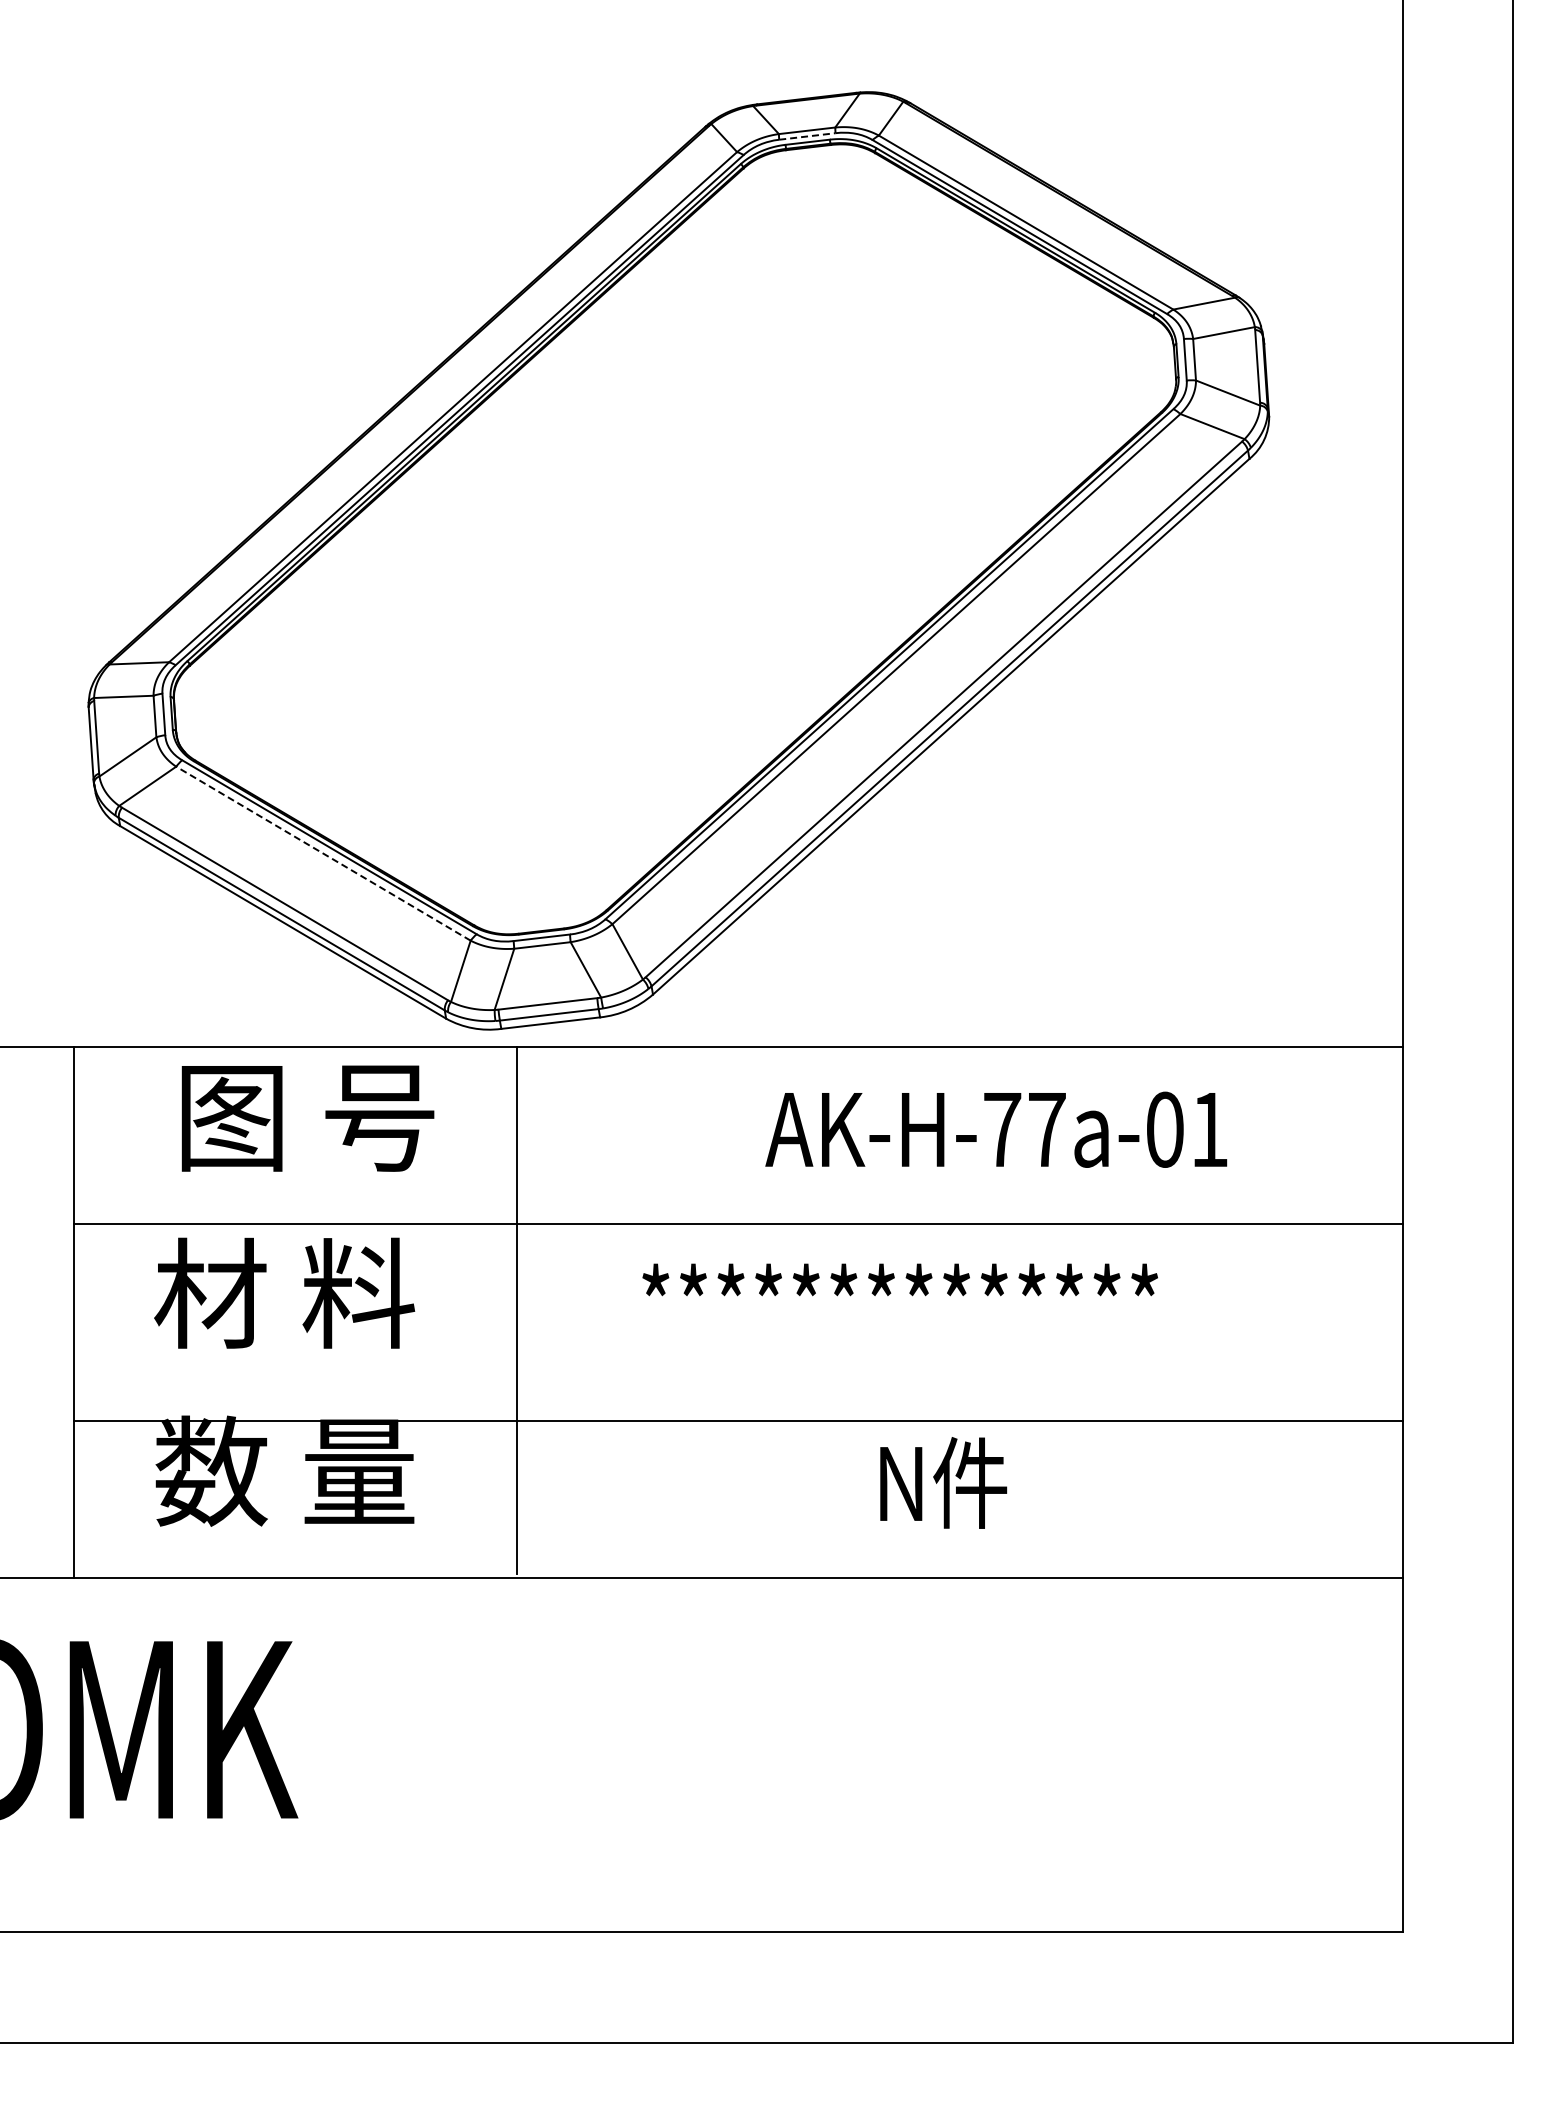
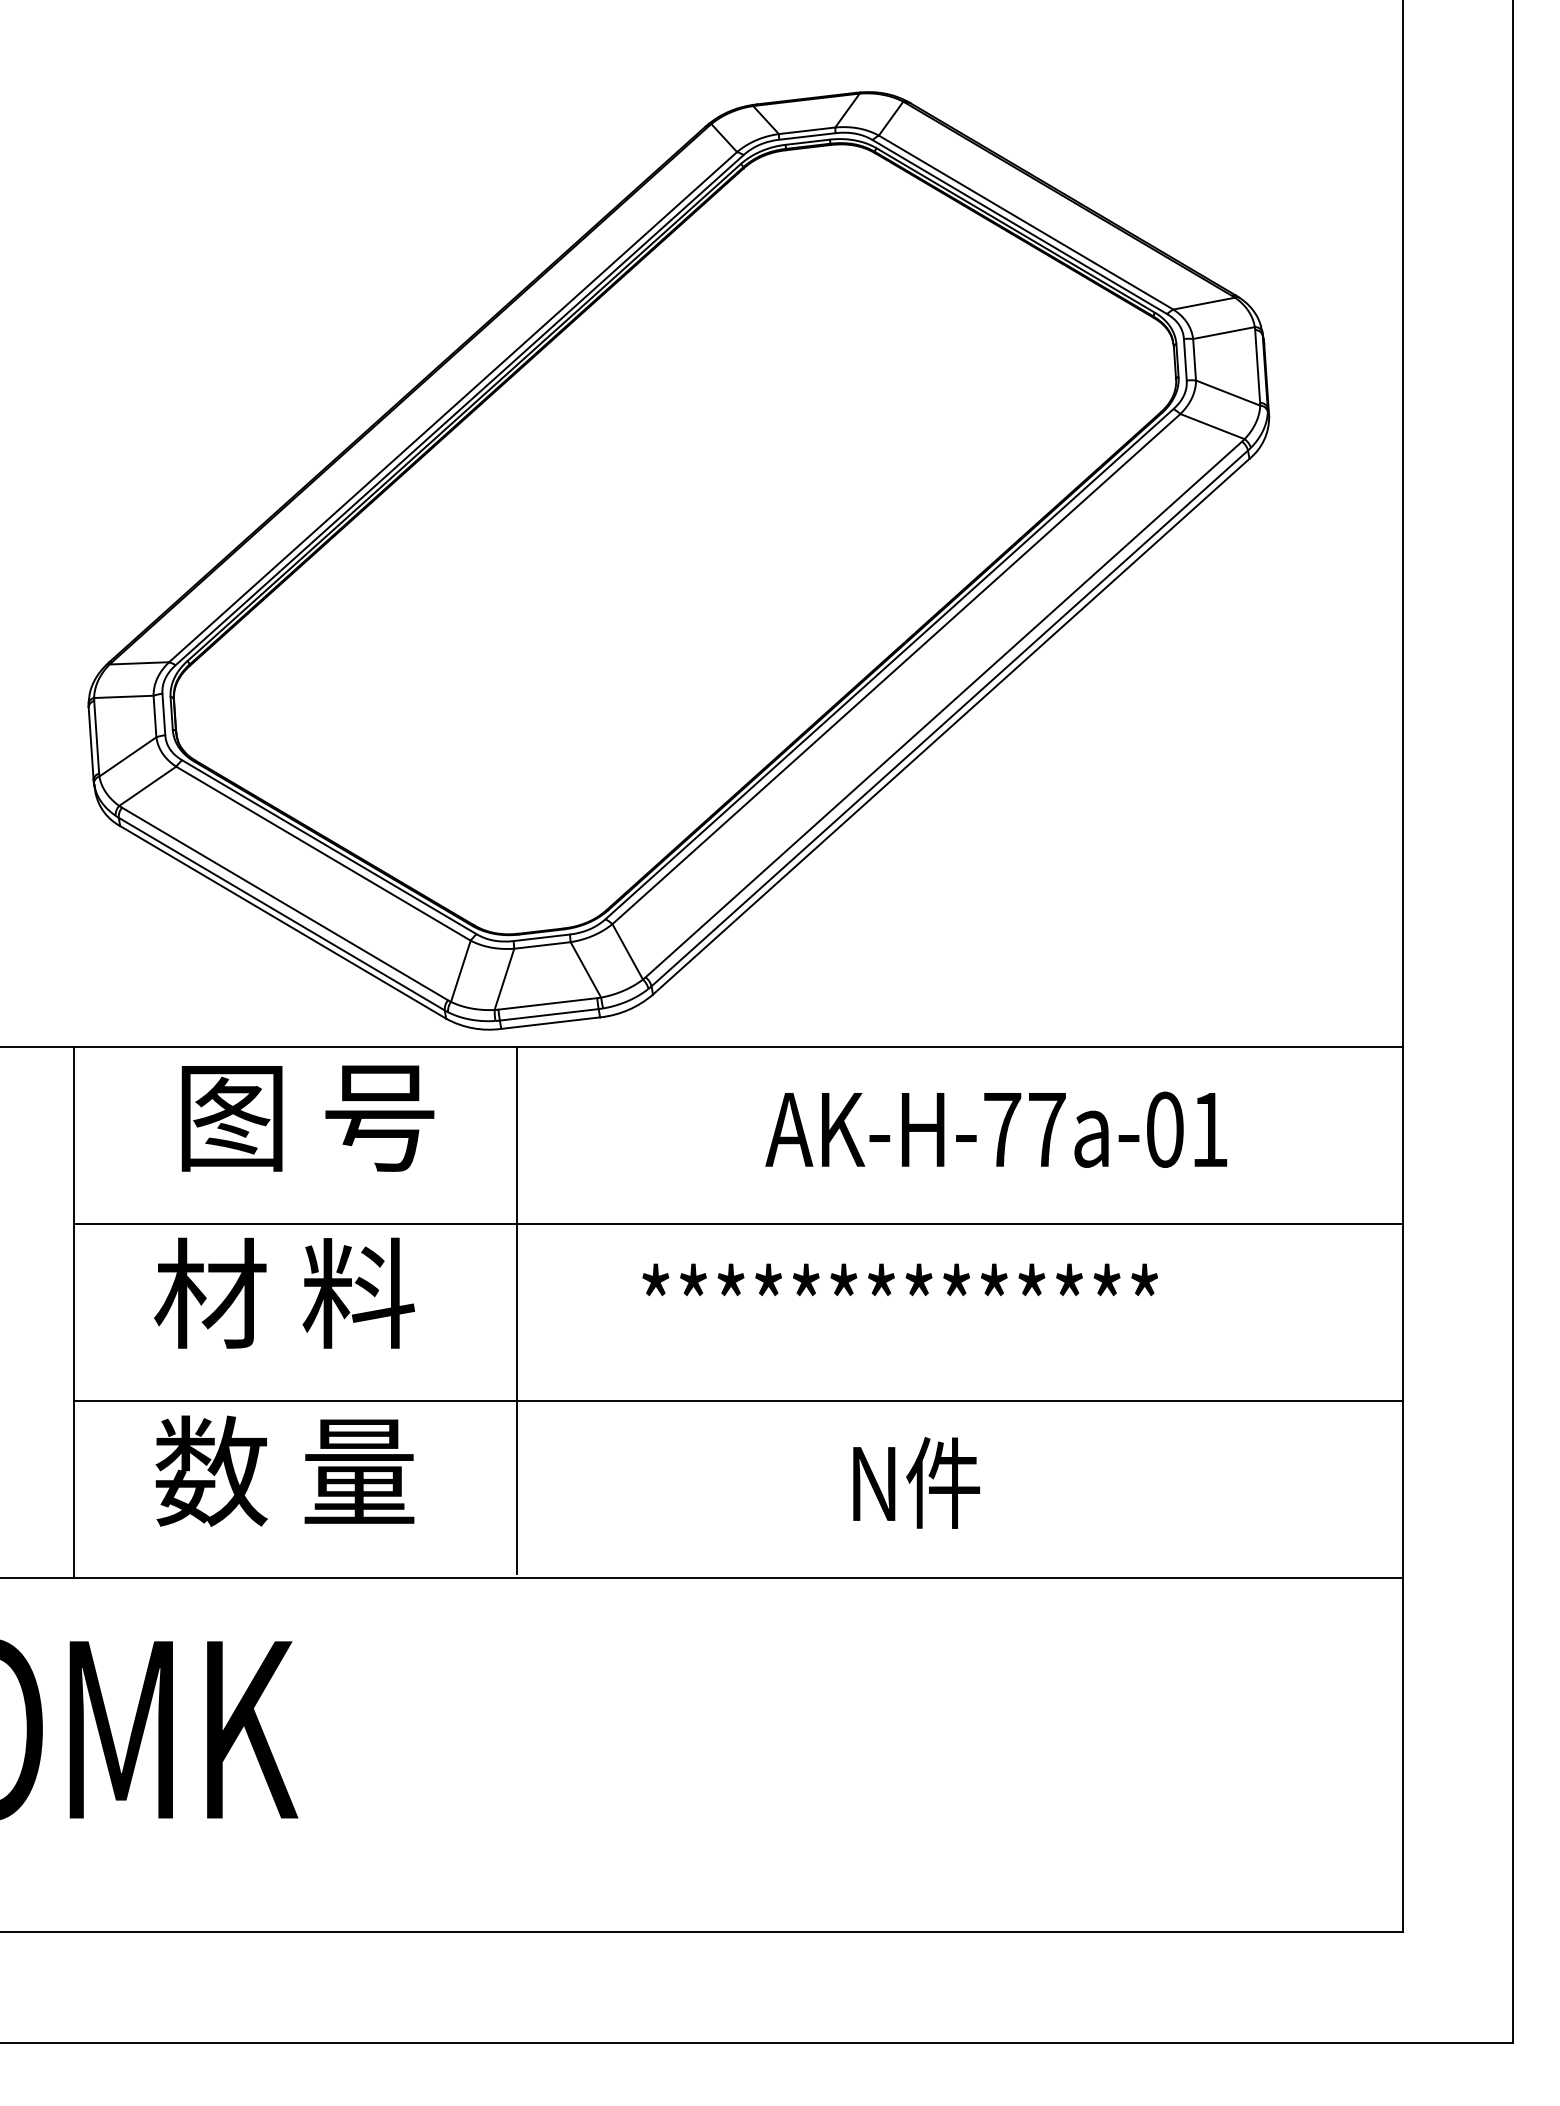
line at (807, 136): dashed -> solid
line at (323, 853): dashed -> solid
line at (738, 1420) position: (738, 1420) -> (738, 1400)
text at (943, 1482) position: (943, 1482) -> (916, 1482)
